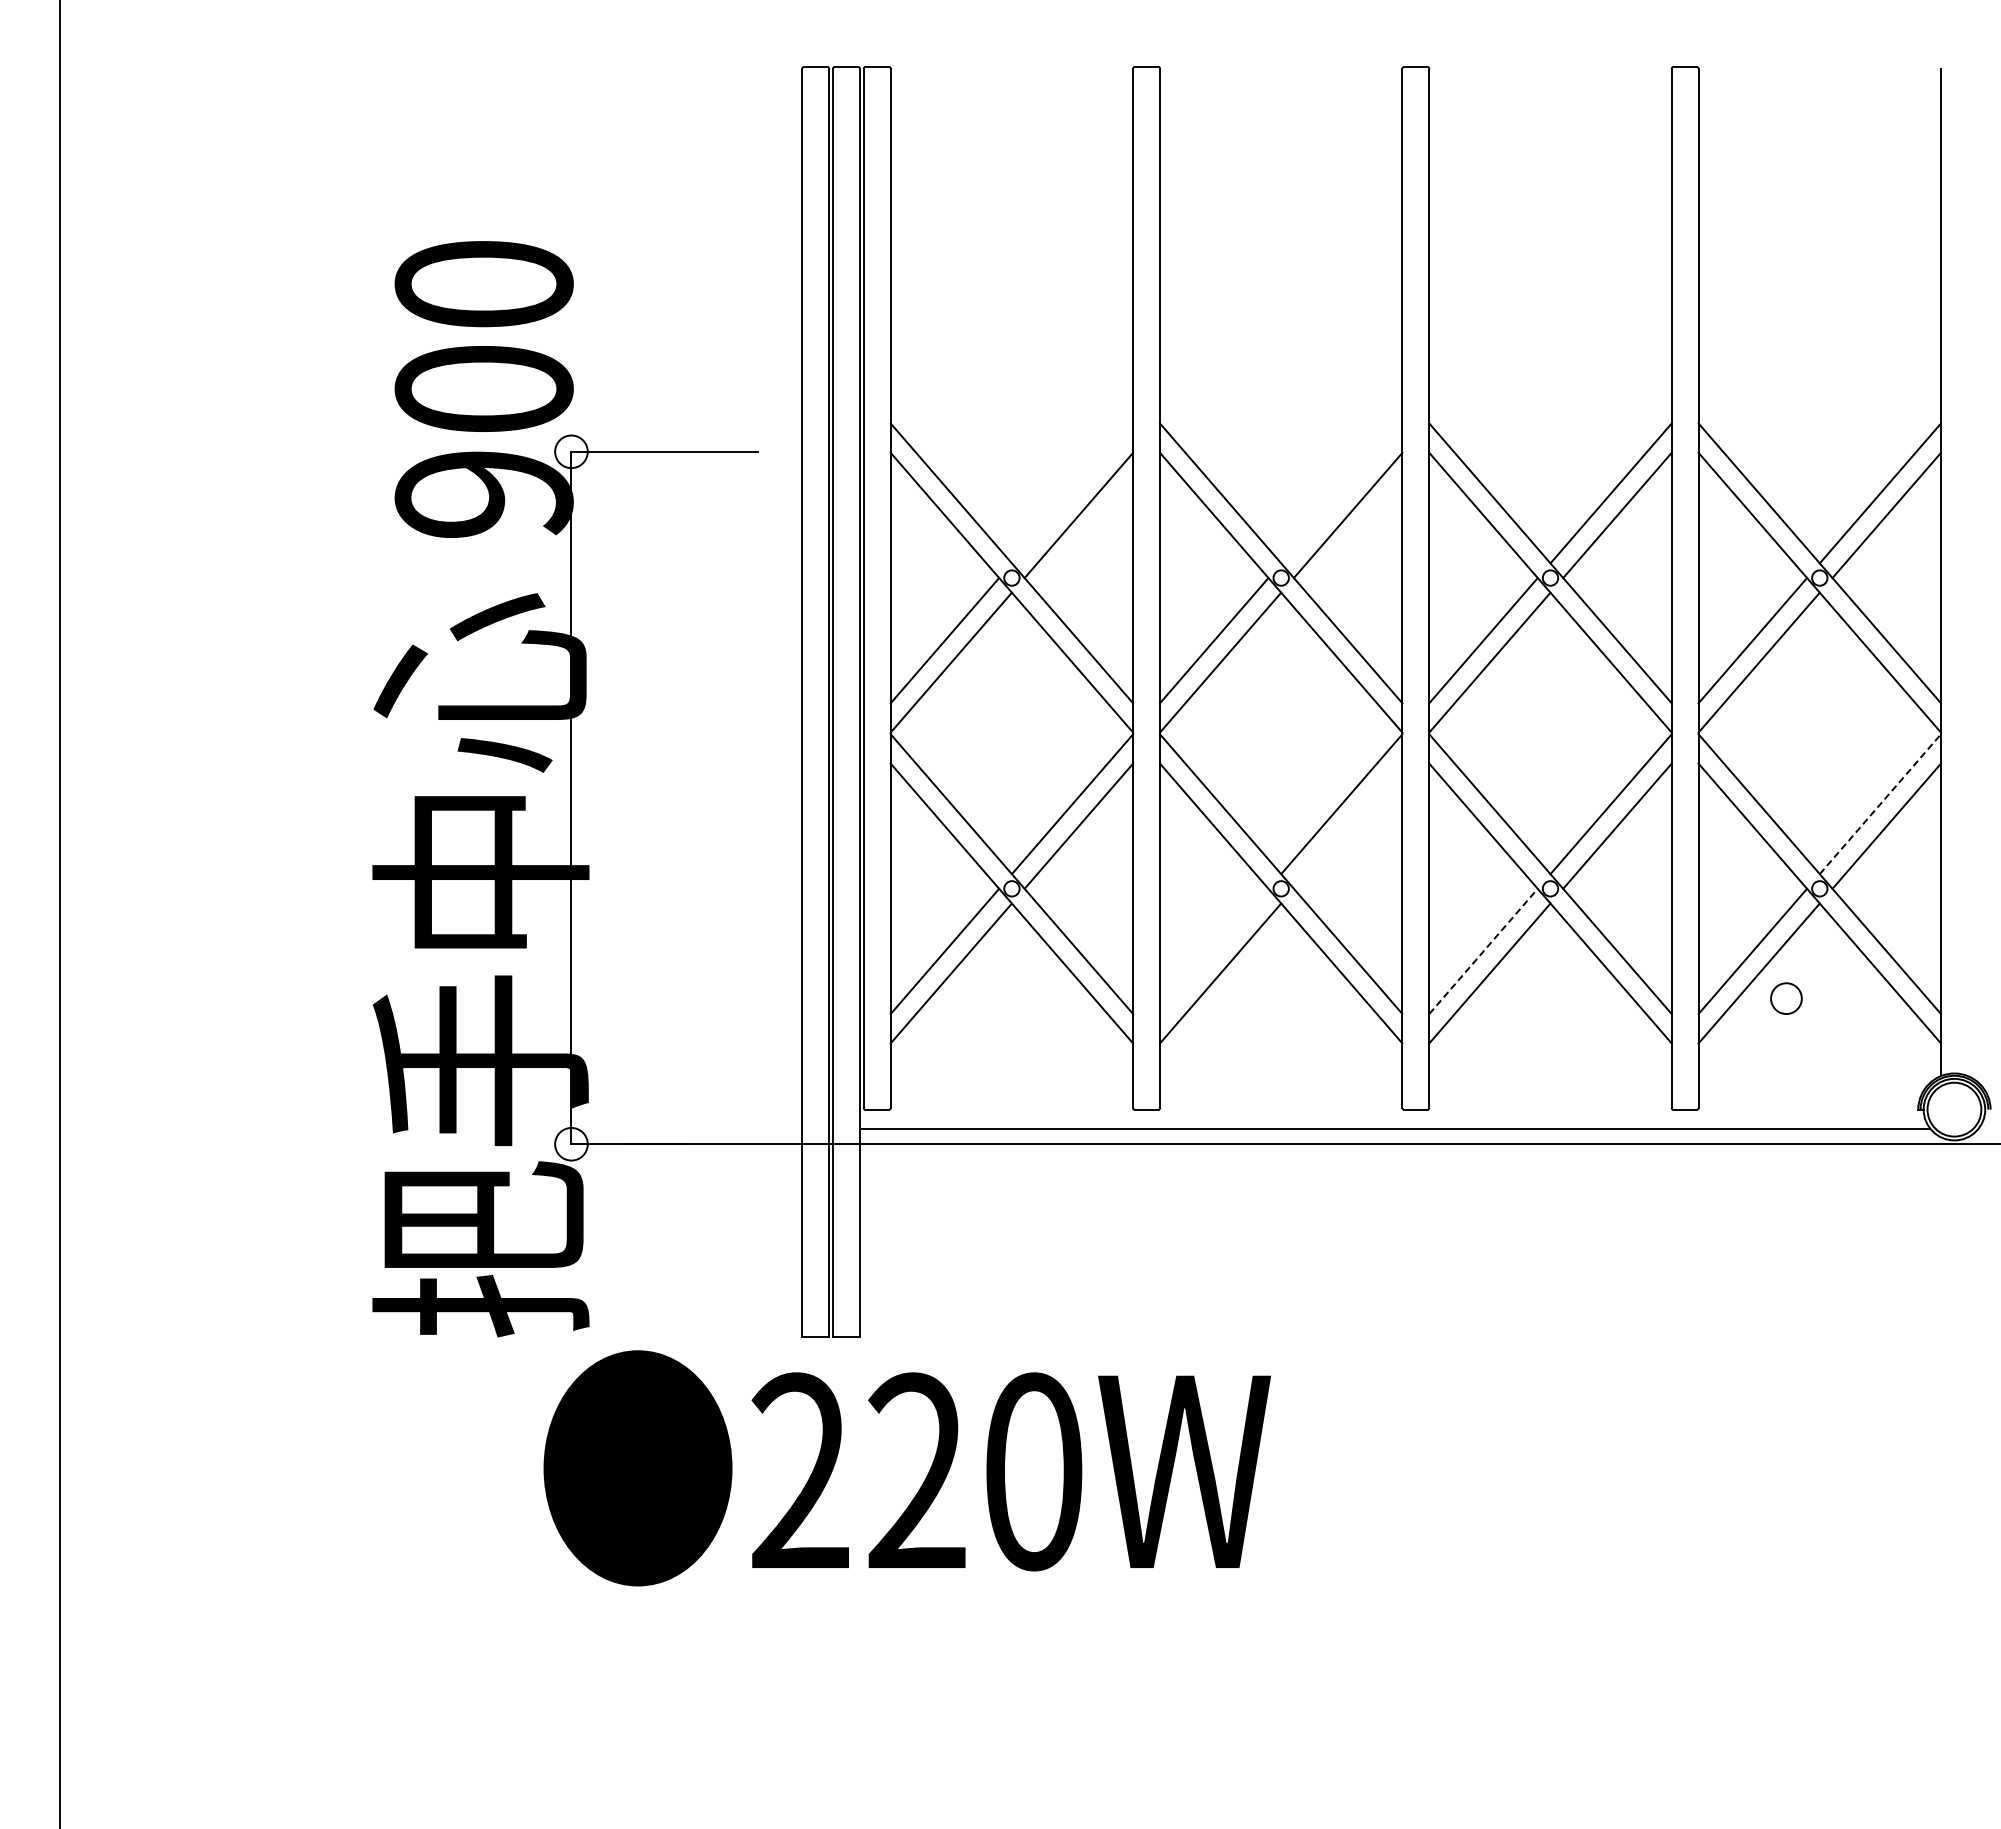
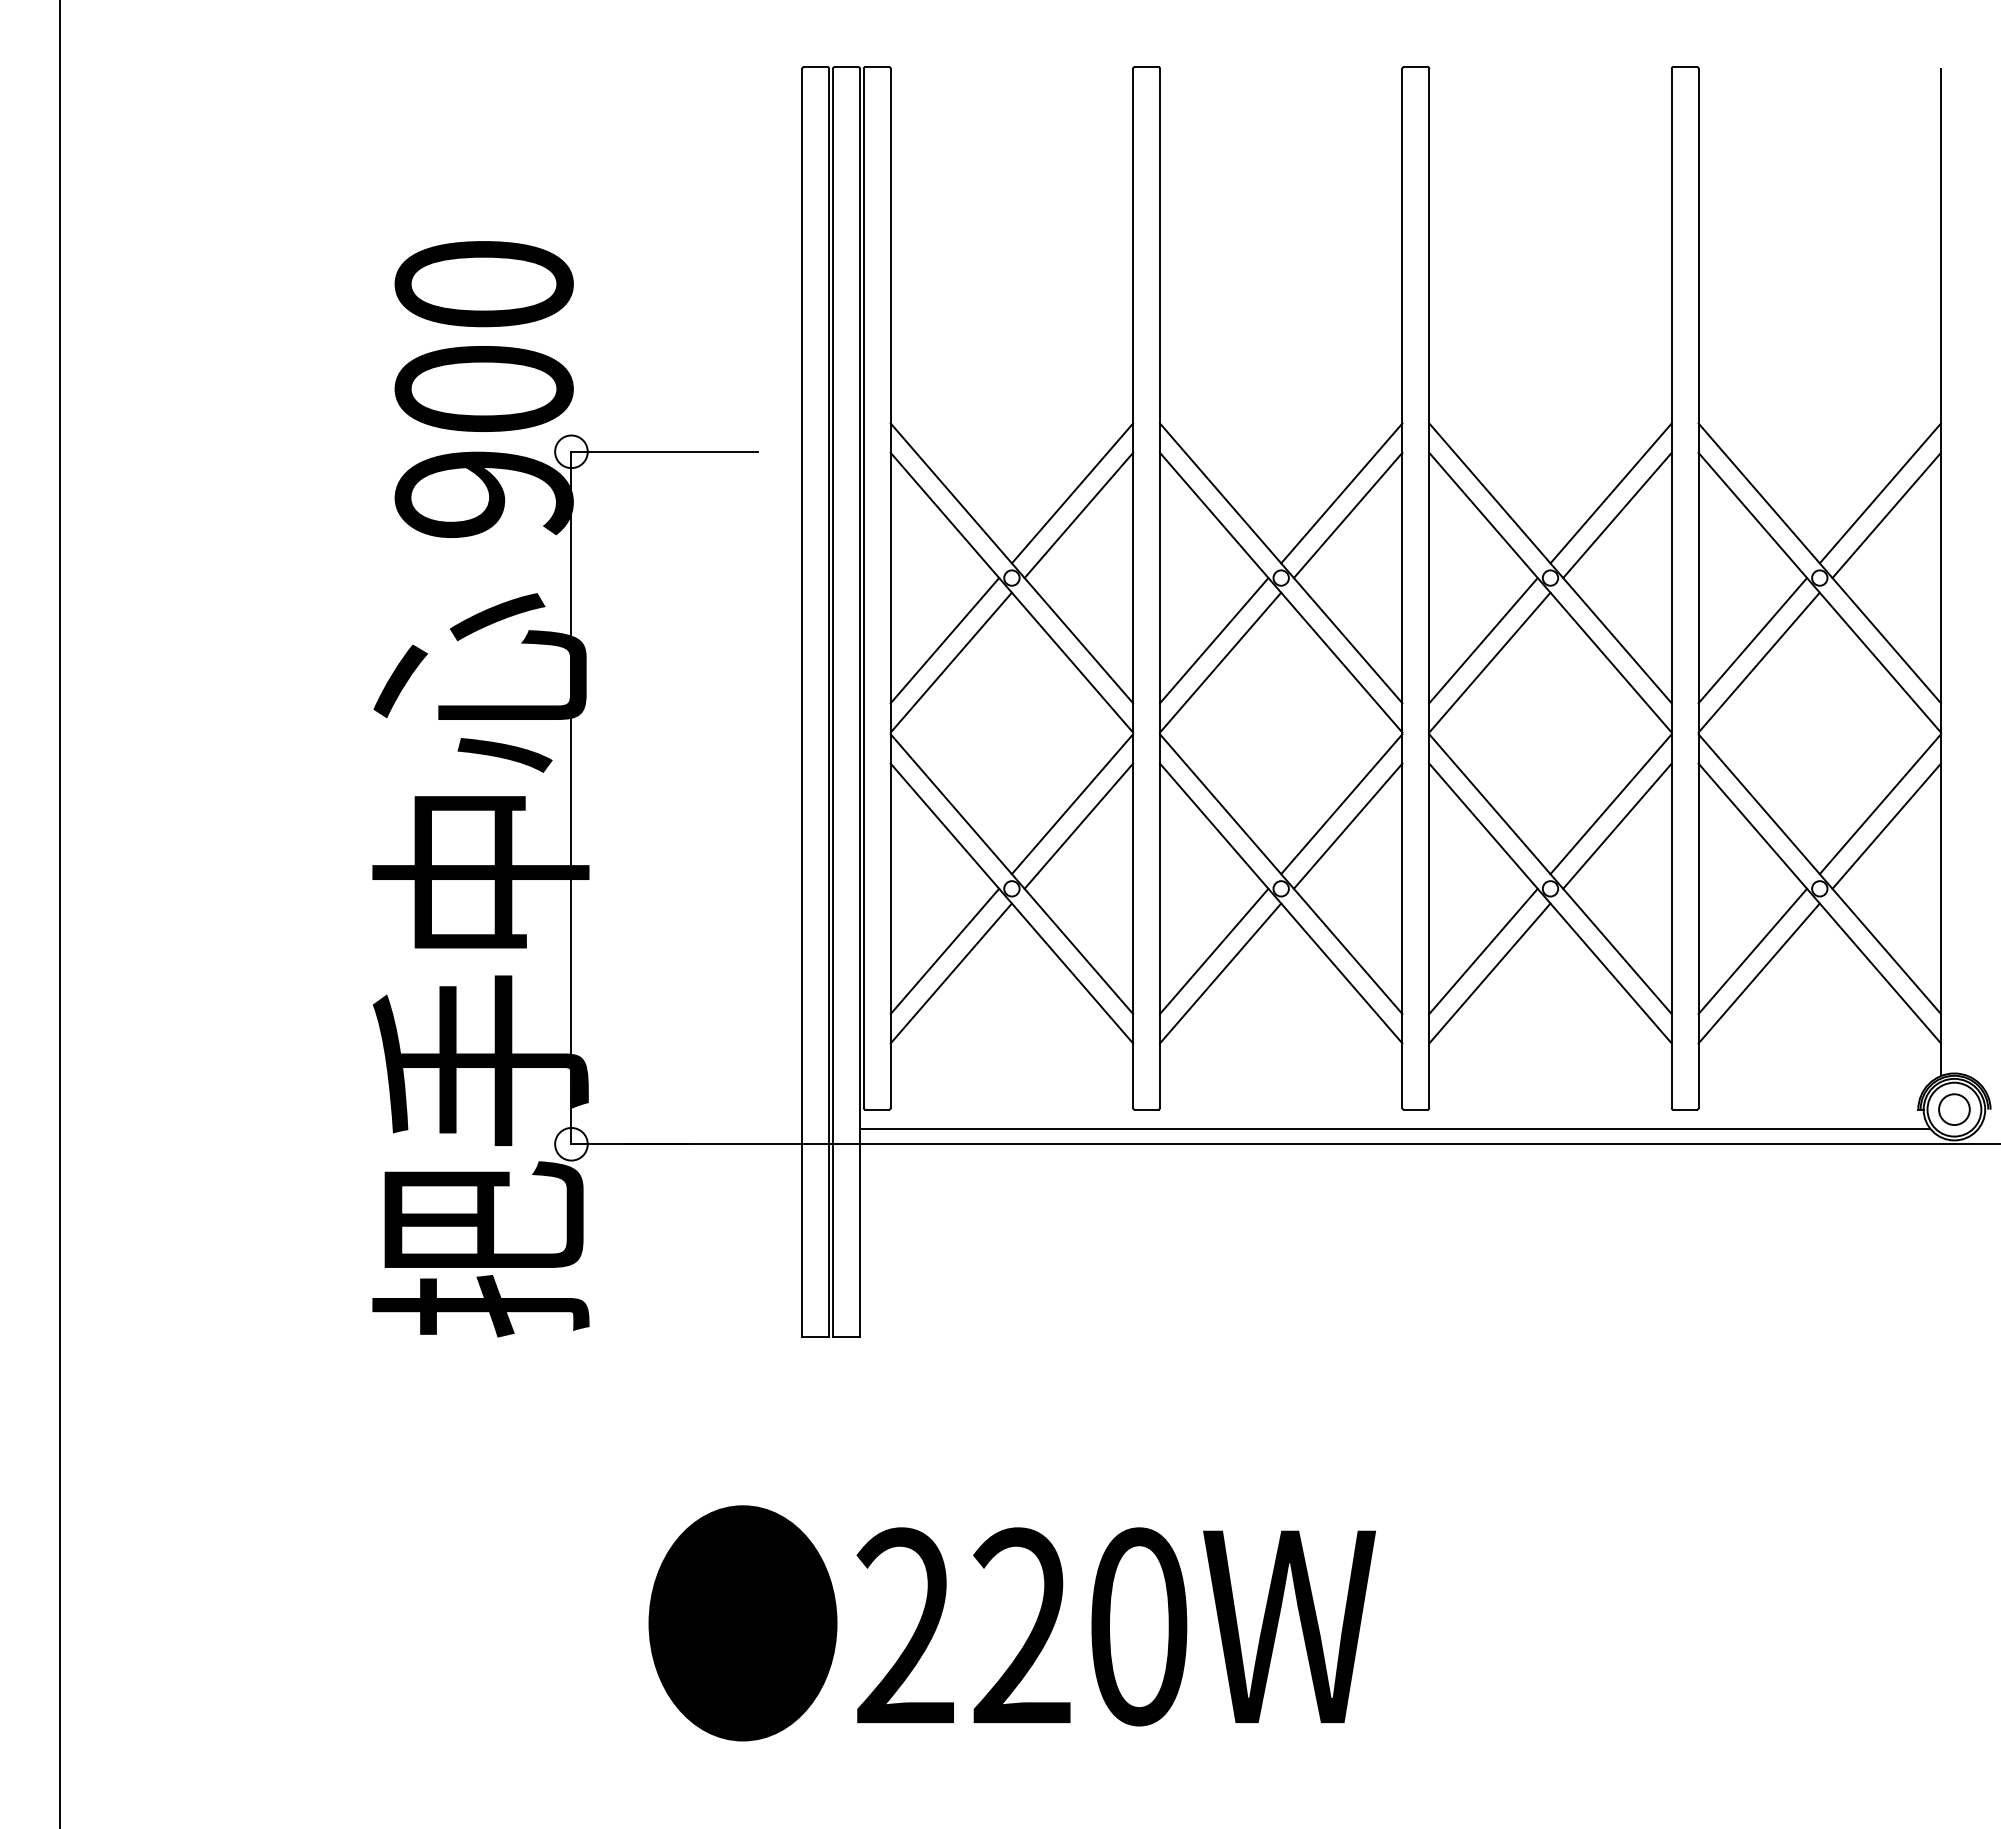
line at (1072, 493): none -> present
line at (1341, 493): none -> present
line at (1880, 804): dashed -> solid
line at (1347, 825): none -> present
line at (1214, 951): none -> present
line at (1483, 951): dashed -> solid
circle at (1786, 998) position: (1786, 998) -> (1954, 1109)
text at (906, 1468) position: (906, 1468) -> (1011, 1623)
